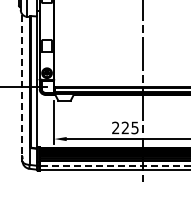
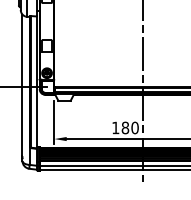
line at (22, 85): dashed -> solid
text at (125, 127): 225 -> 180
line at (114, 165): dashed -> solid
